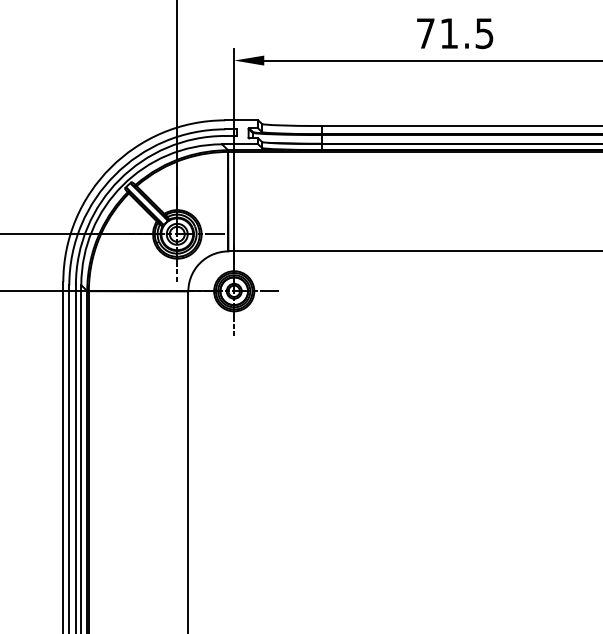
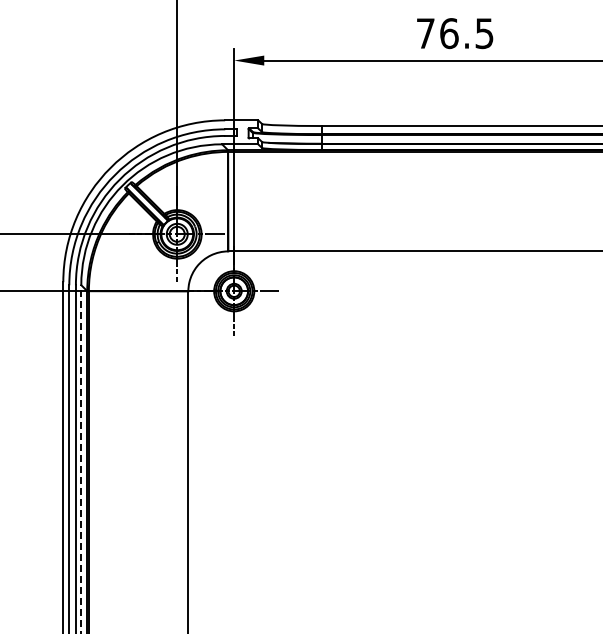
text at (449, 33): 71.5 -> 76.5
line at (81, 459): solid -> dashed
